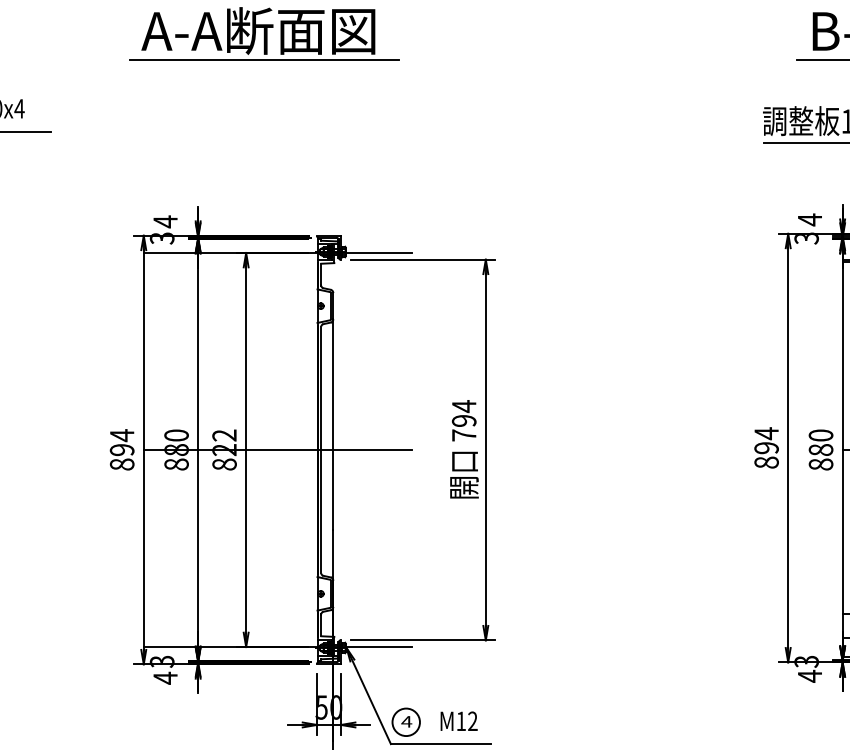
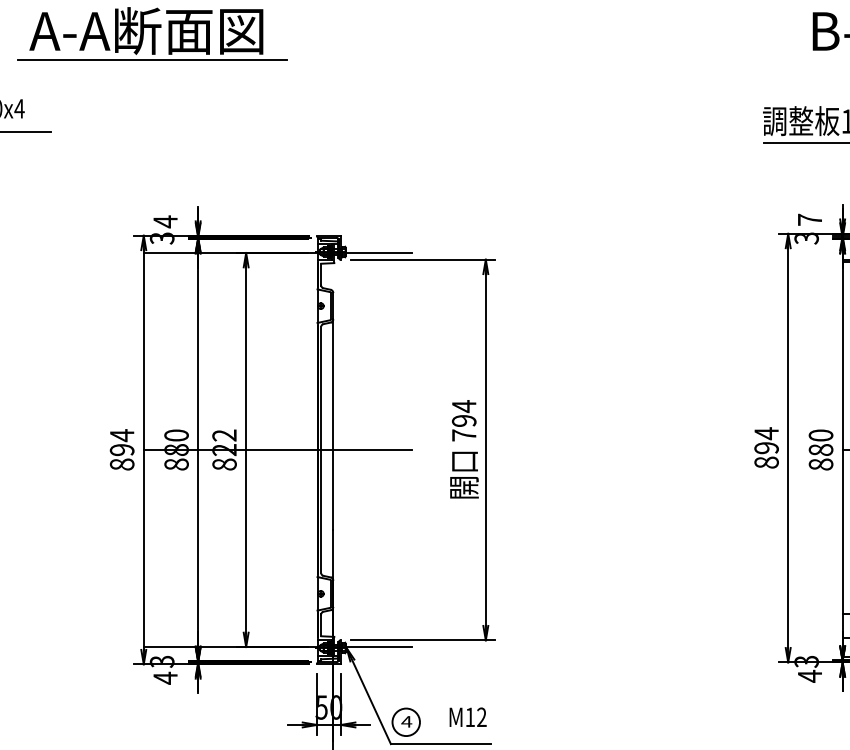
part at (264, 33) position: (264, 33) -> (152, 33)
line at (821, 60): present -> none
text at (809, 219): 4 -> 7
text at (458, 720) position: (458, 720) -> (467, 716)
